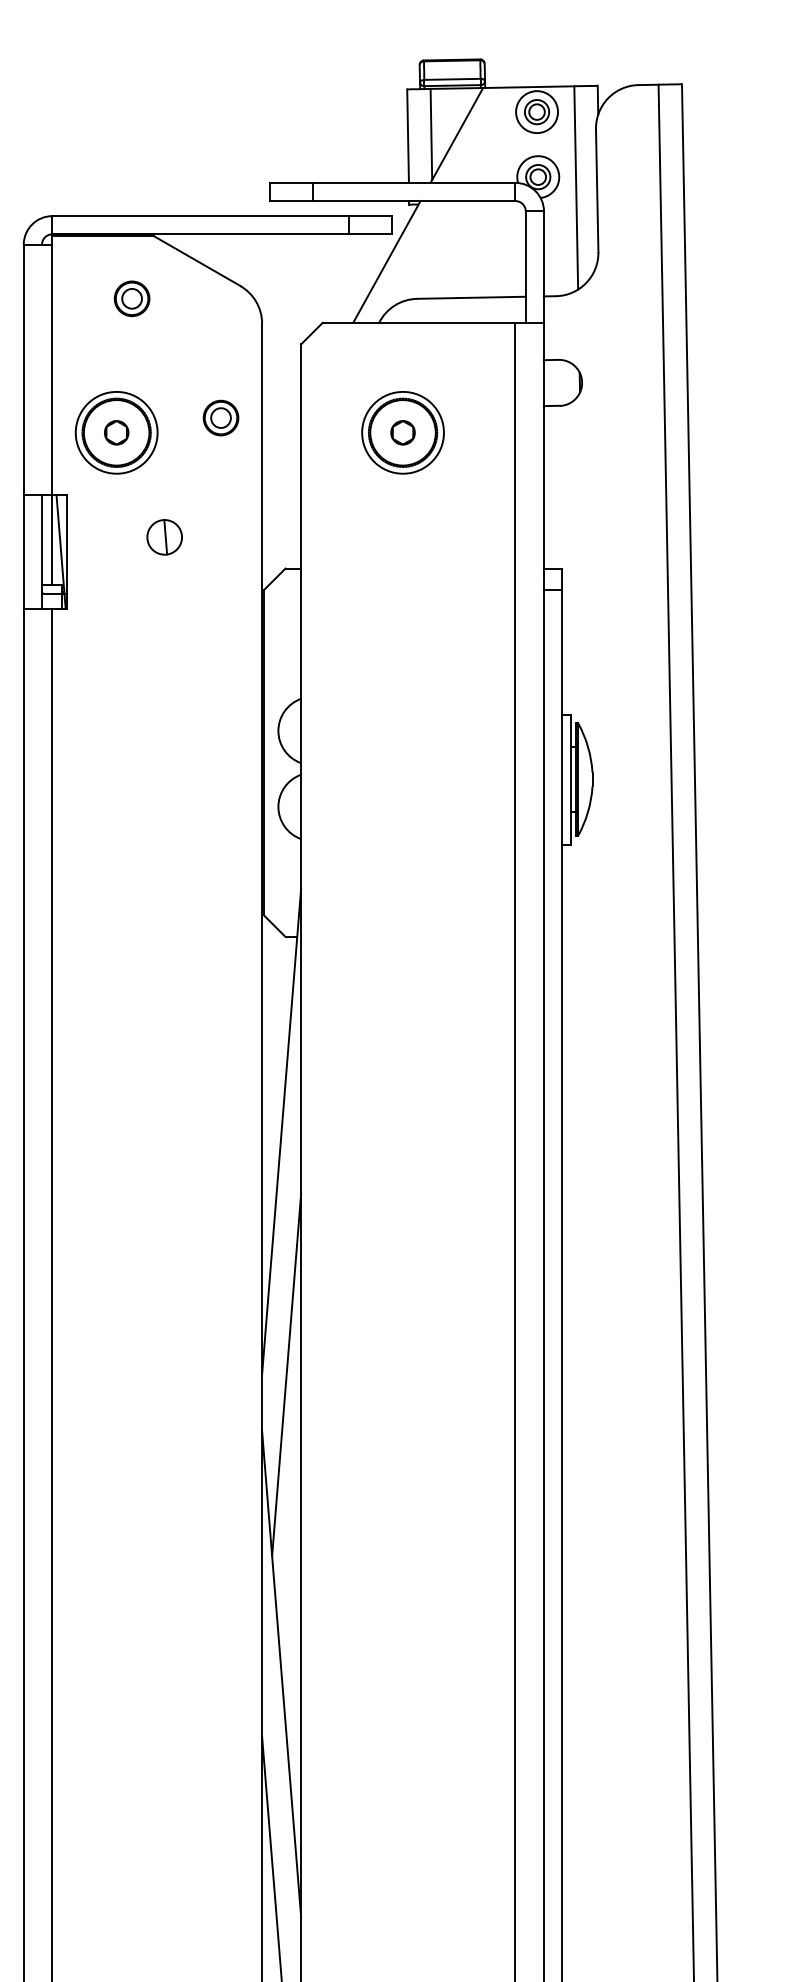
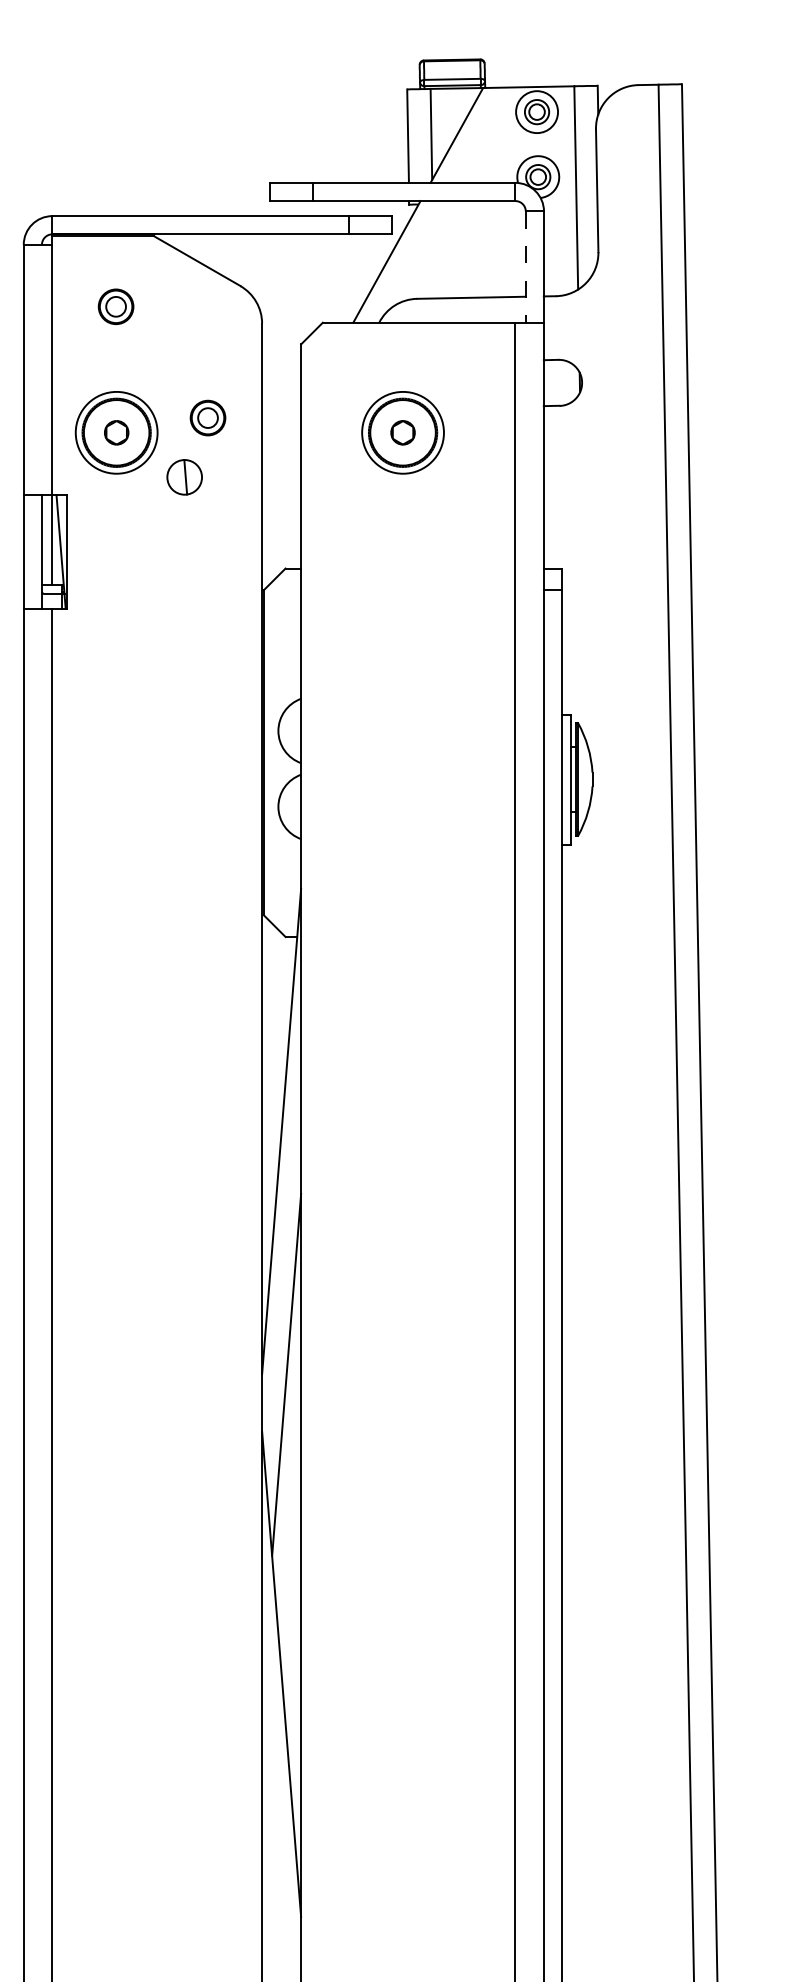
line at (525, 267): solid -> dashed
part at (131, 298) position: (131, 298) -> (115, 306)
part at (220, 417) position: (220, 417) -> (207, 417)
part at (164, 537) position: (164, 537) -> (184, 477)
line at (271, 1857): present -> none
